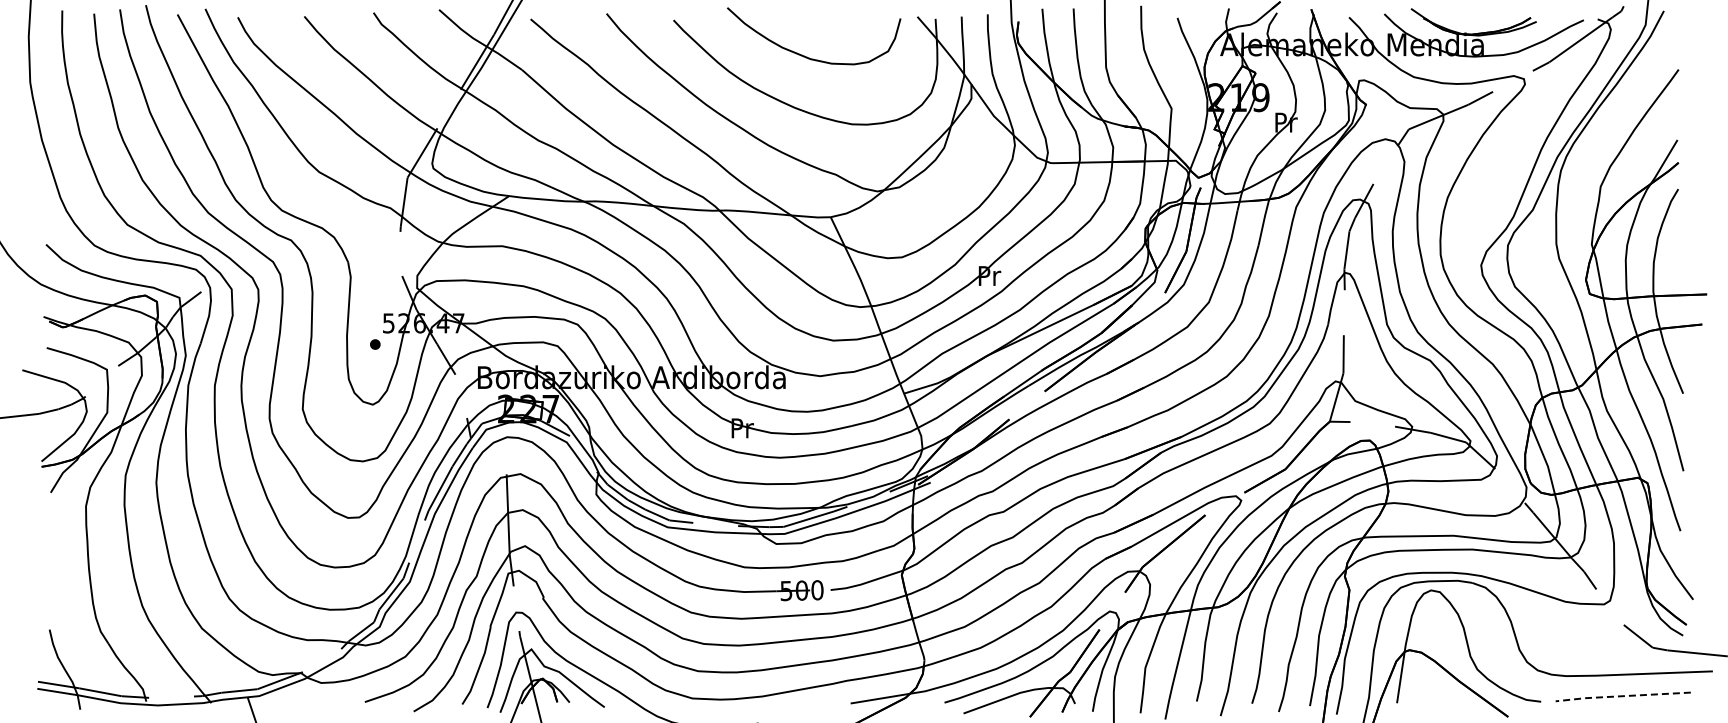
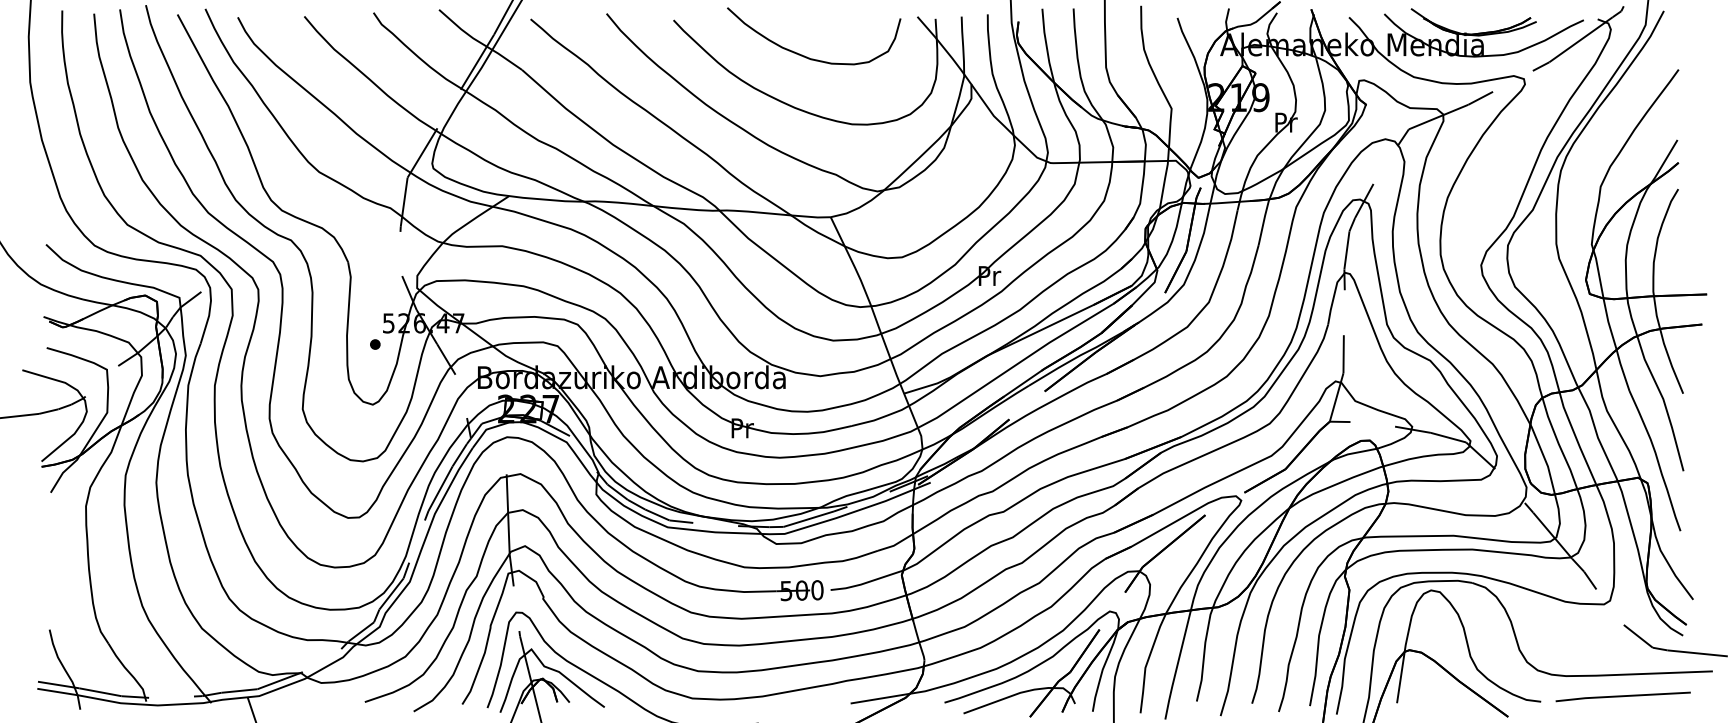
line at (1622, 696): dashed -> solid
